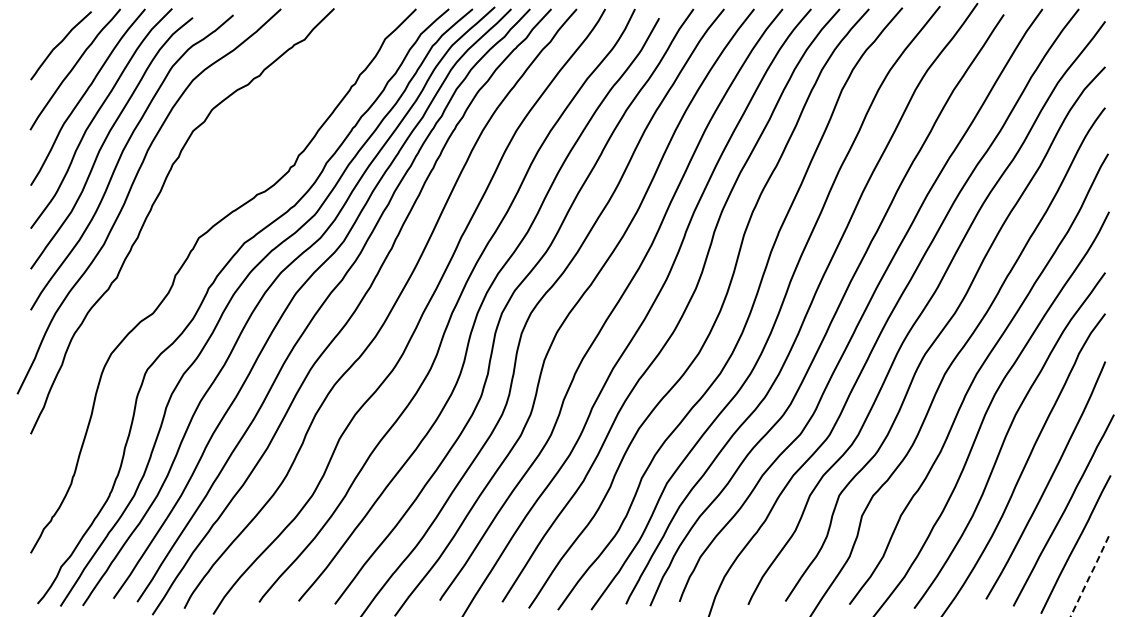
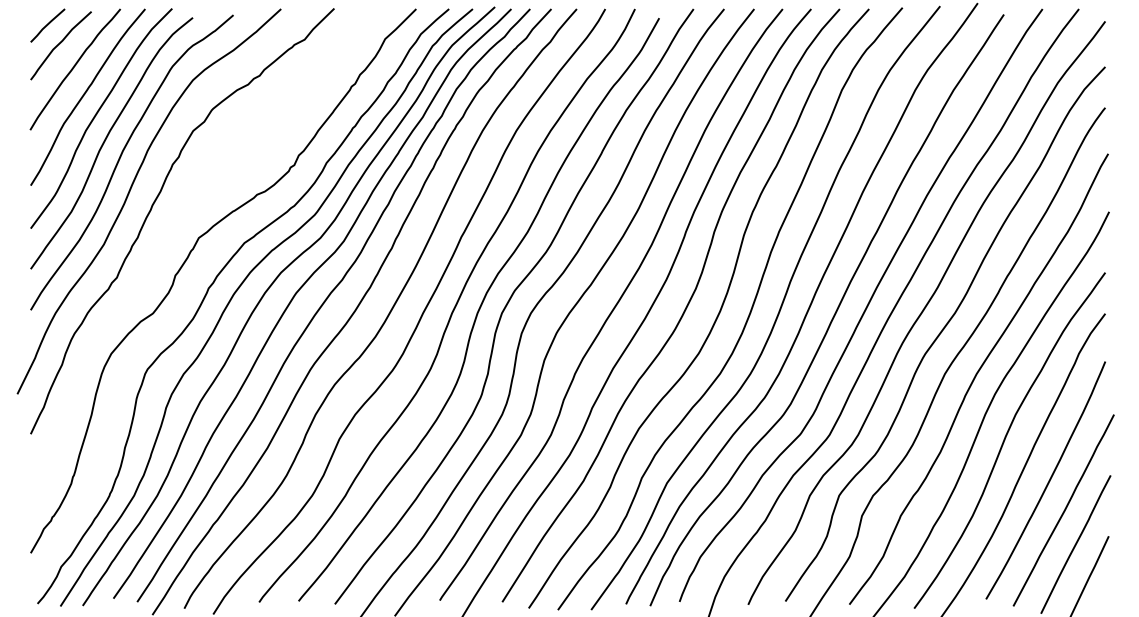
line at (47, 25): none -> present
line at (1090, 575): dashed -> solid
